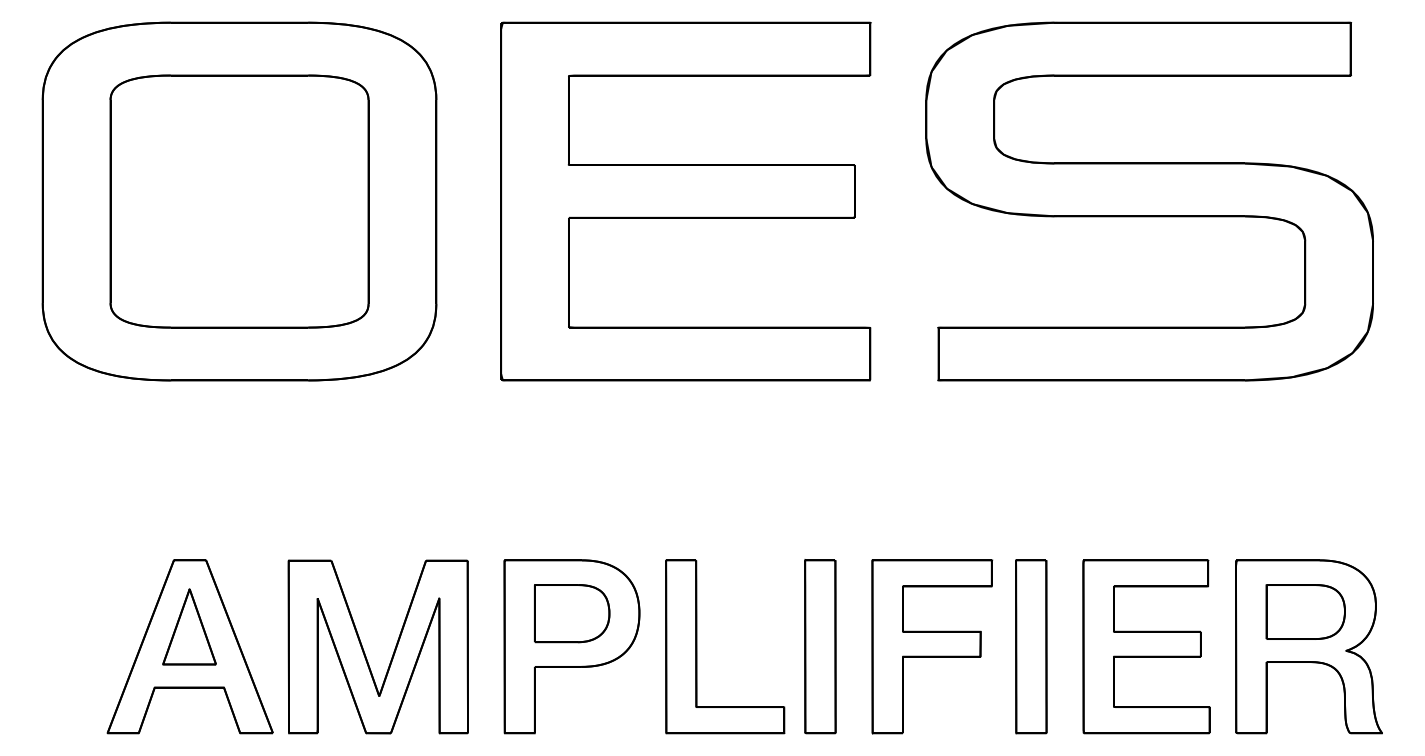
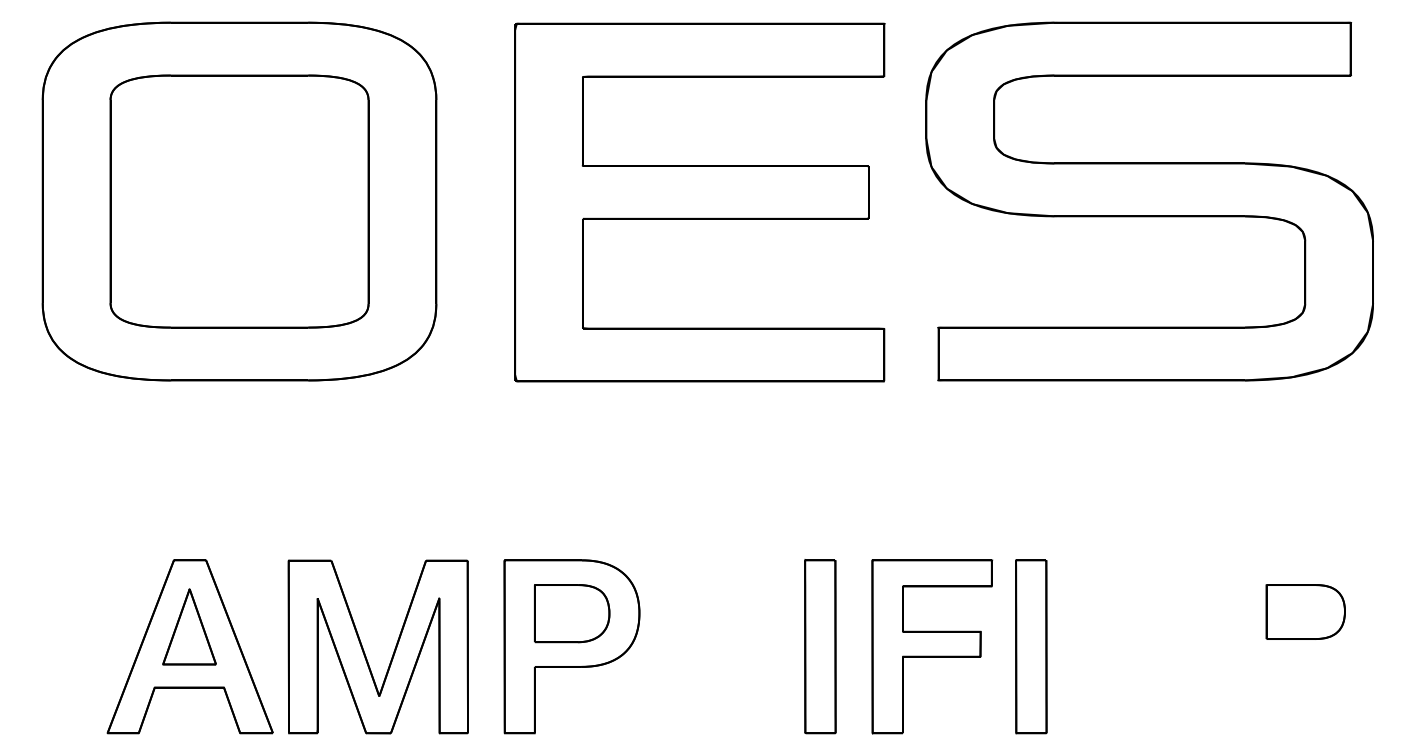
part at (685, 201) position: (685, 201) -> (699, 202)
part at (697, 646): present -> none
part at (1146, 646): present -> none
part at (1308, 646): present -> none
